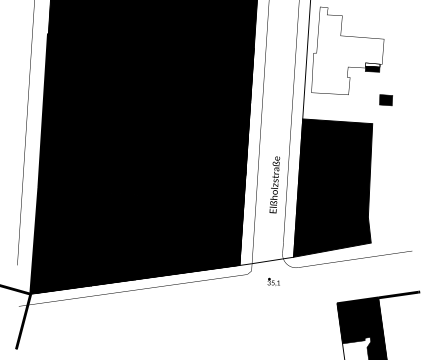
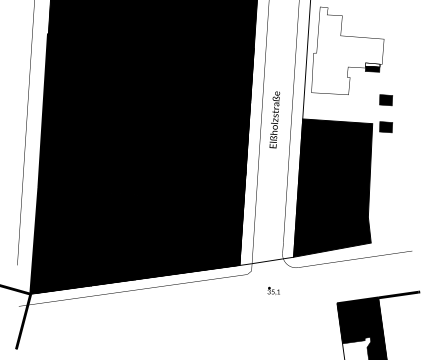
part at (385, 127): none -> present
text at (274, 184) position: (274, 184) -> (274, 119)
text at (273, 281) position: (273, 281) -> (273, 290)
